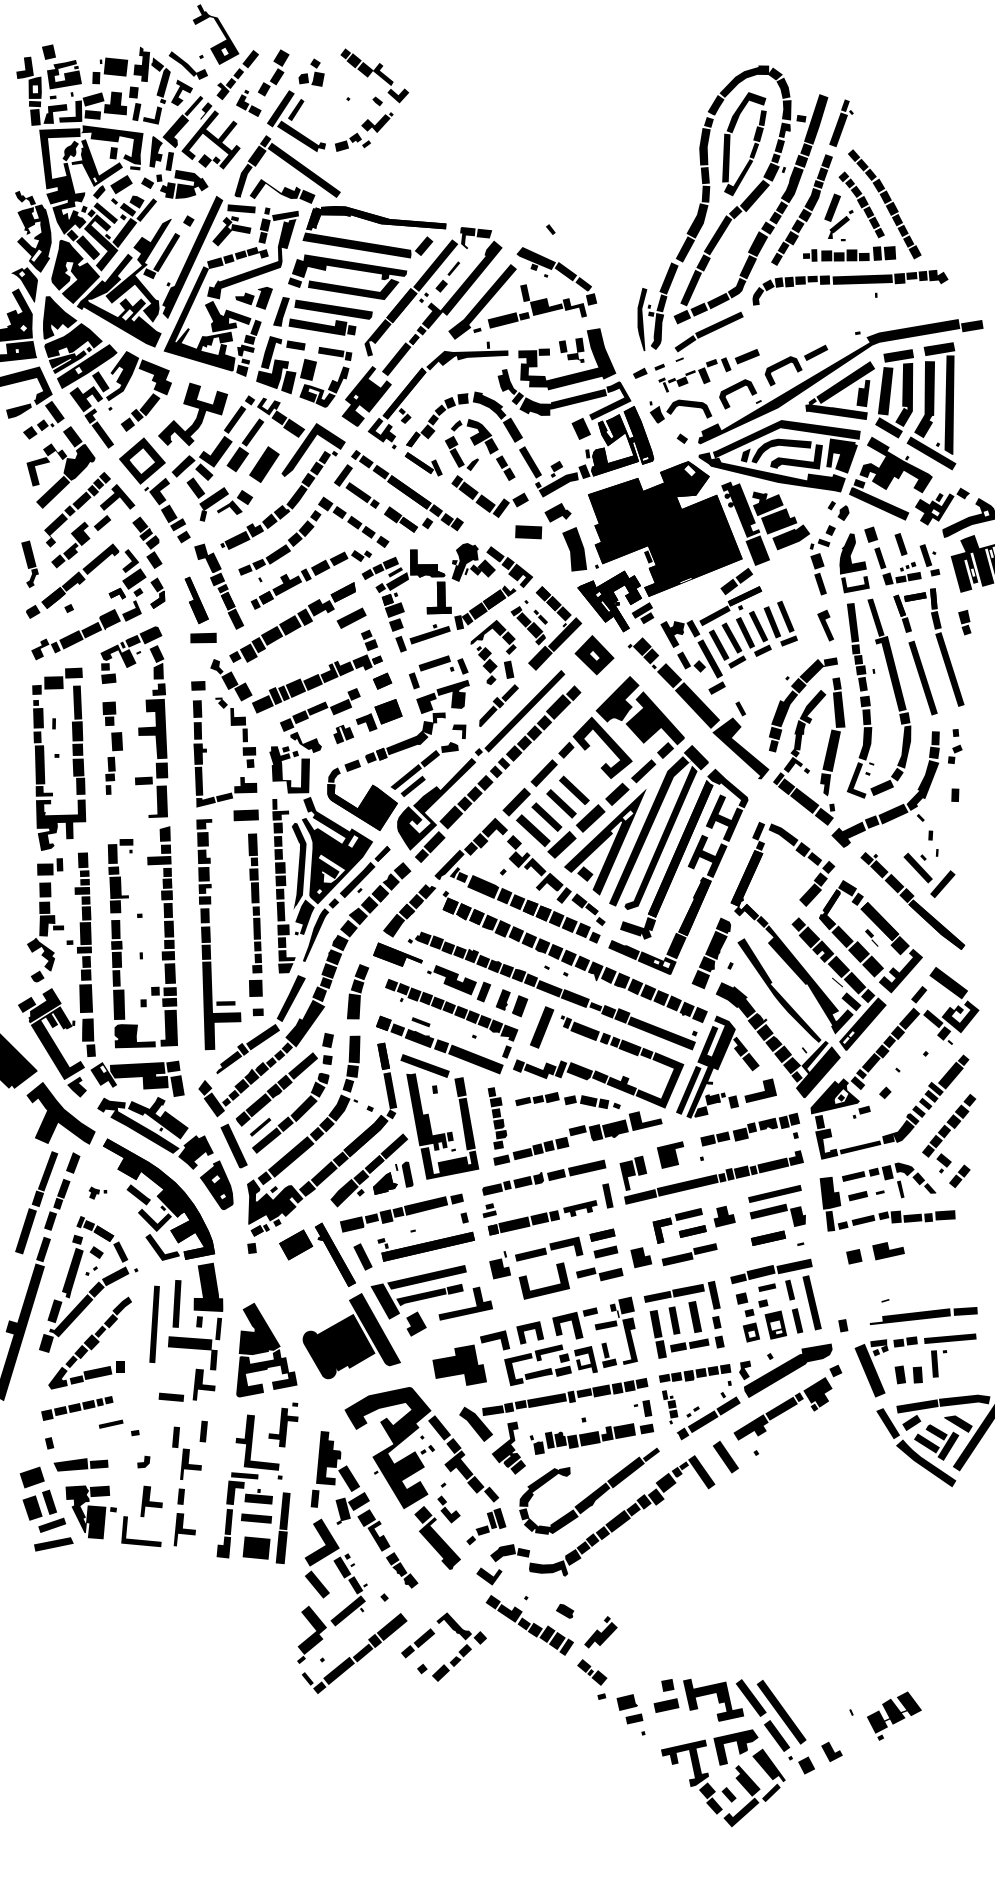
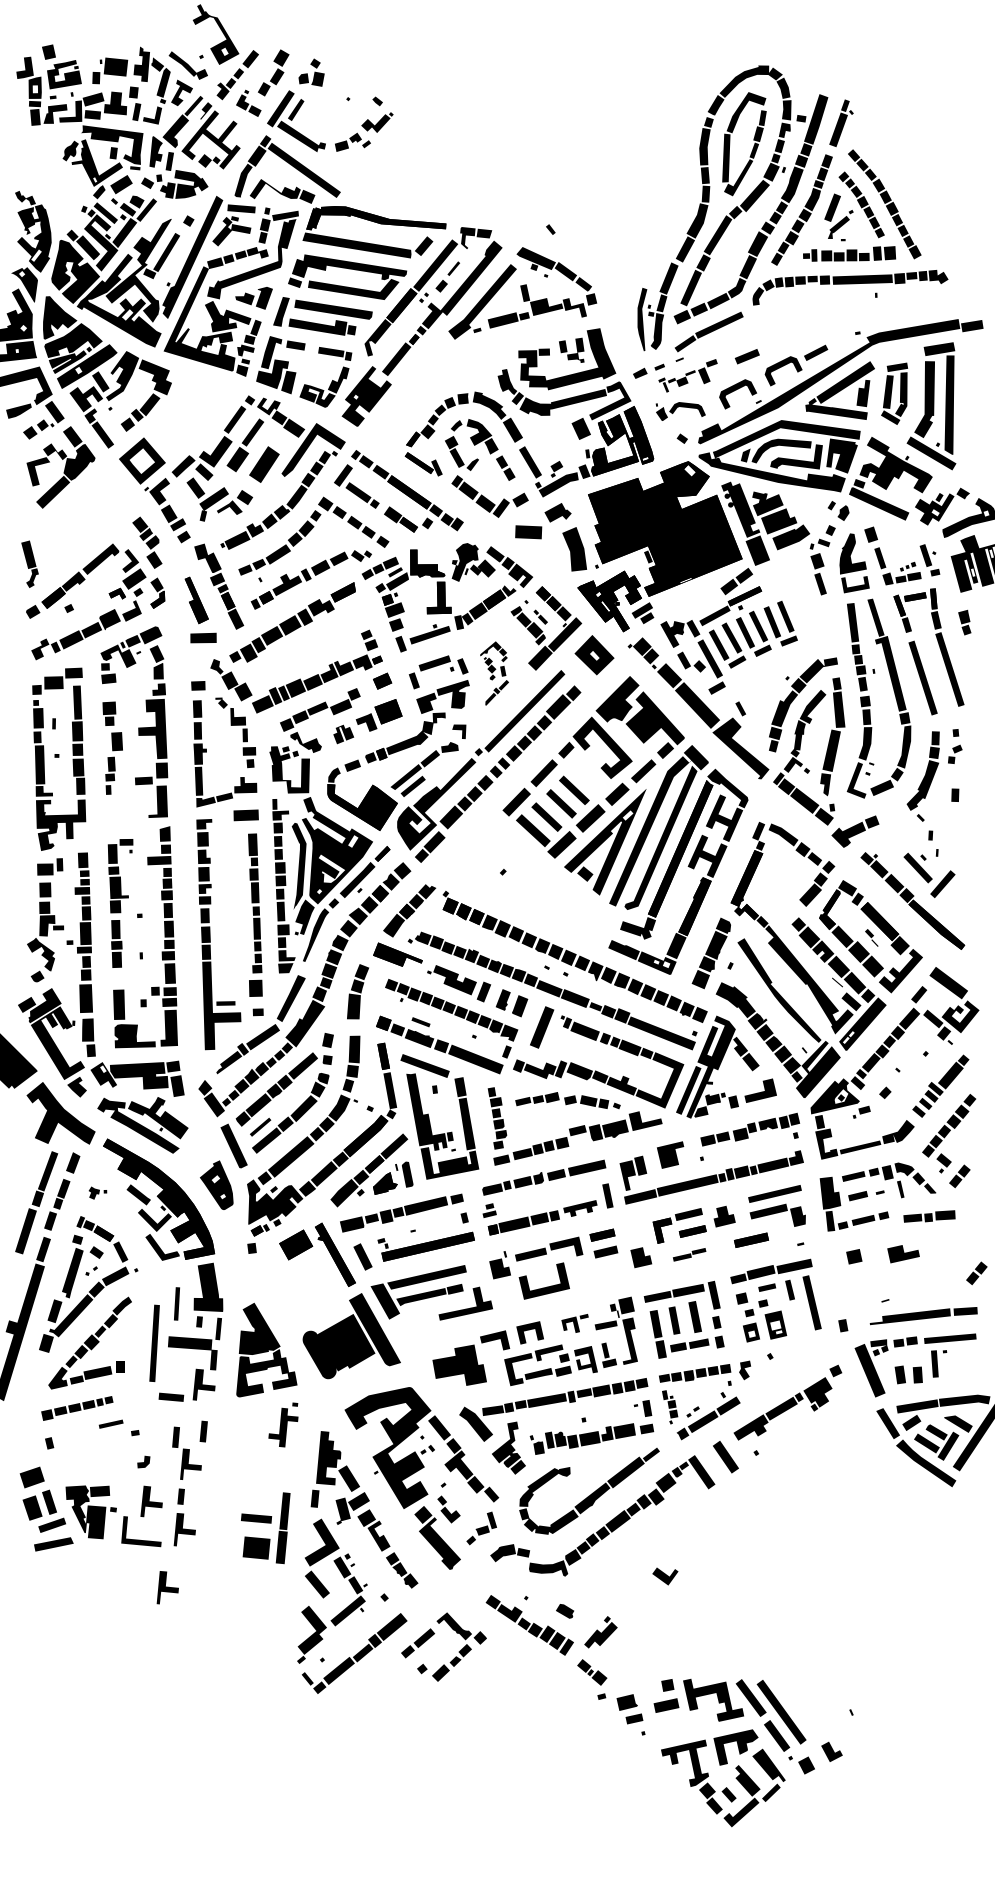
part at (374, 75): present -> none
fill at (62, 181): present -> none
fill at (725, 364): present -> none
fill at (308, 369): present -> none
part at (419, 381): present -> none
part at (894, 393) size: 39x90 px -> 28x63 px
part at (680, 411) size: 63x25 px -> 51x19 px
fill at (192, 414): present -> none
part at (89, 520): present -> none
part at (900, 544): present -> none
part at (351, 617): present -> none
fill at (825, 625): present -> none
part at (494, 673) size: 49x107 px -> 29x65 px
fill at (893, 813): present -> none
part at (519, 867): present -> none
fill at (116, 978): present -> none
fill at (912, 1119): present -> none
fill at (195, 1152): present -> none
fill at (895, 1216): present -> none
part at (768, 1237) position: (768, 1237) -> (751, 1239)
part at (888, 1251) position: (888, 1251) -> (903, 1254)
part at (689, 1254) size: 57x24 px -> 34x14 px
part at (976, 1273): none -> present
part at (599, 1274): present -> none
part at (176, 1303) size: 10x48 px -> 6x34 px
part at (797, 1320): present -> none
part at (154, 1323) position: (154, 1323) -> (154, 1342)
part at (416, 1323): present -> none
part at (574, 1323) size: 46x33 px -> 28x19 px
fill at (787, 1370): present -> none
part at (80, 1464): present -> none
part at (249, 1486): present -> none
fill at (499, 1518): present -> none
part at (489, 1576) position: (489, 1576) -> (665, 1576)
part at (167, 1587): none -> present
part at (894, 1715): present -> none
